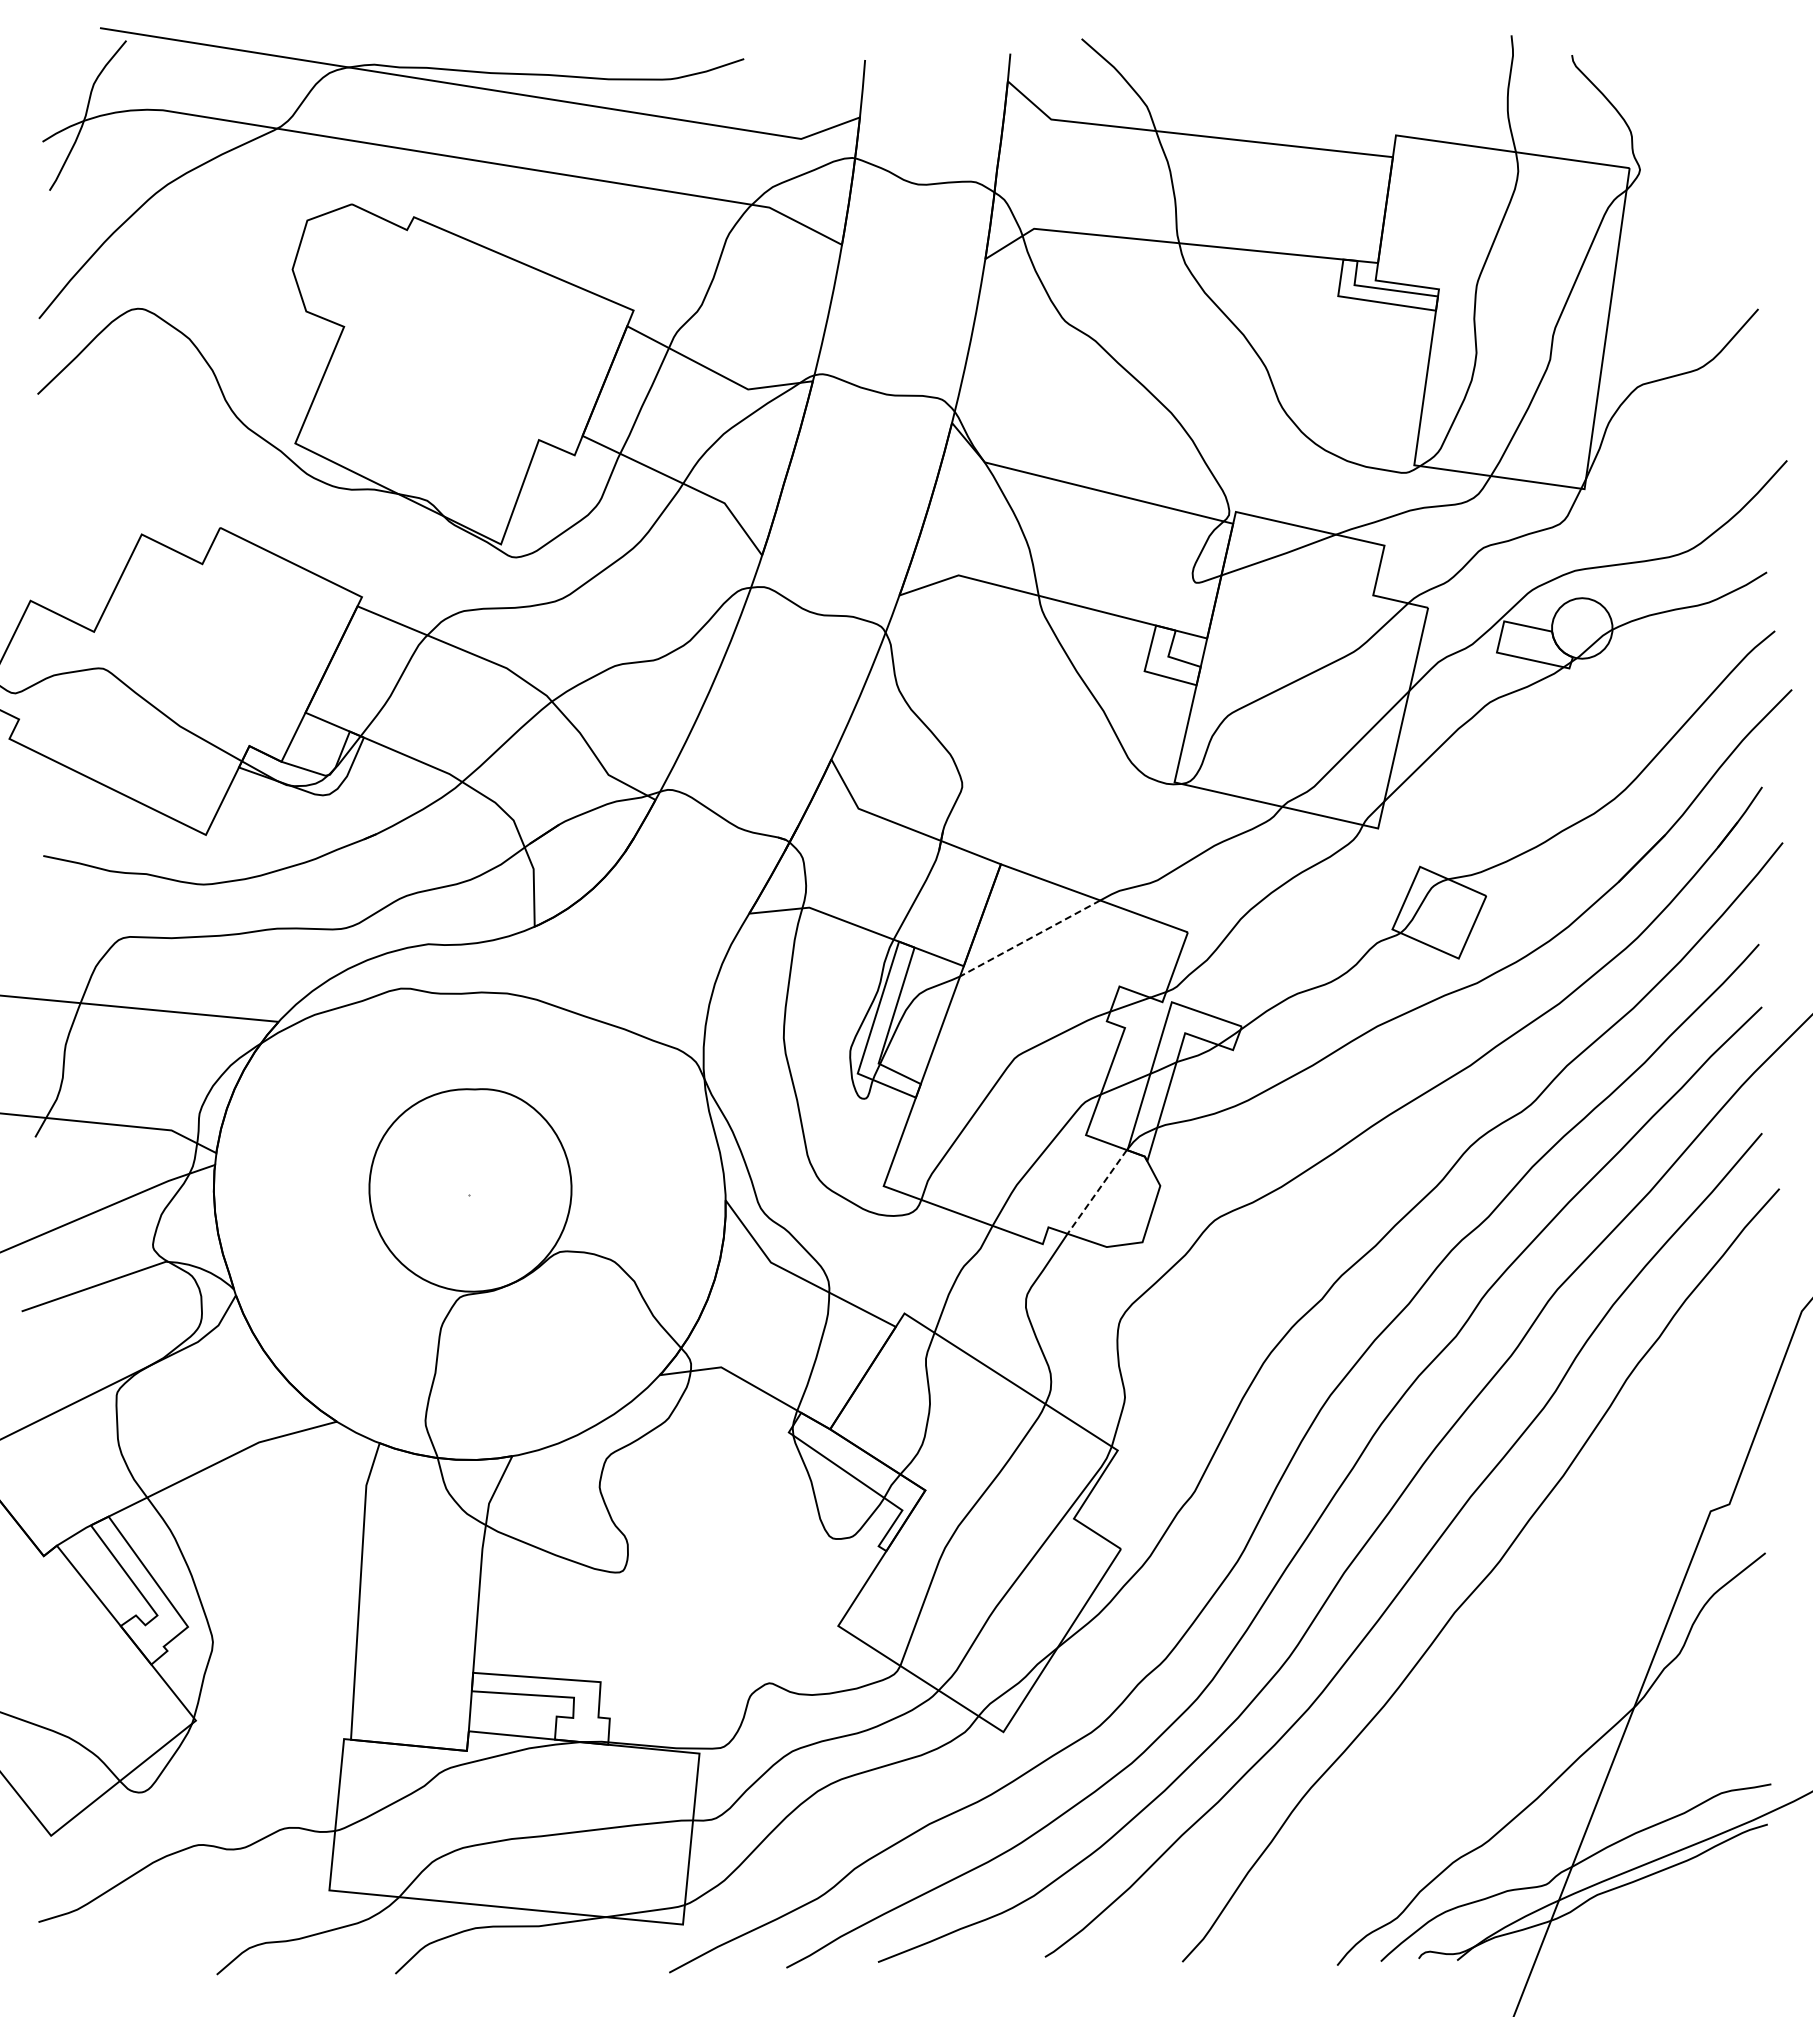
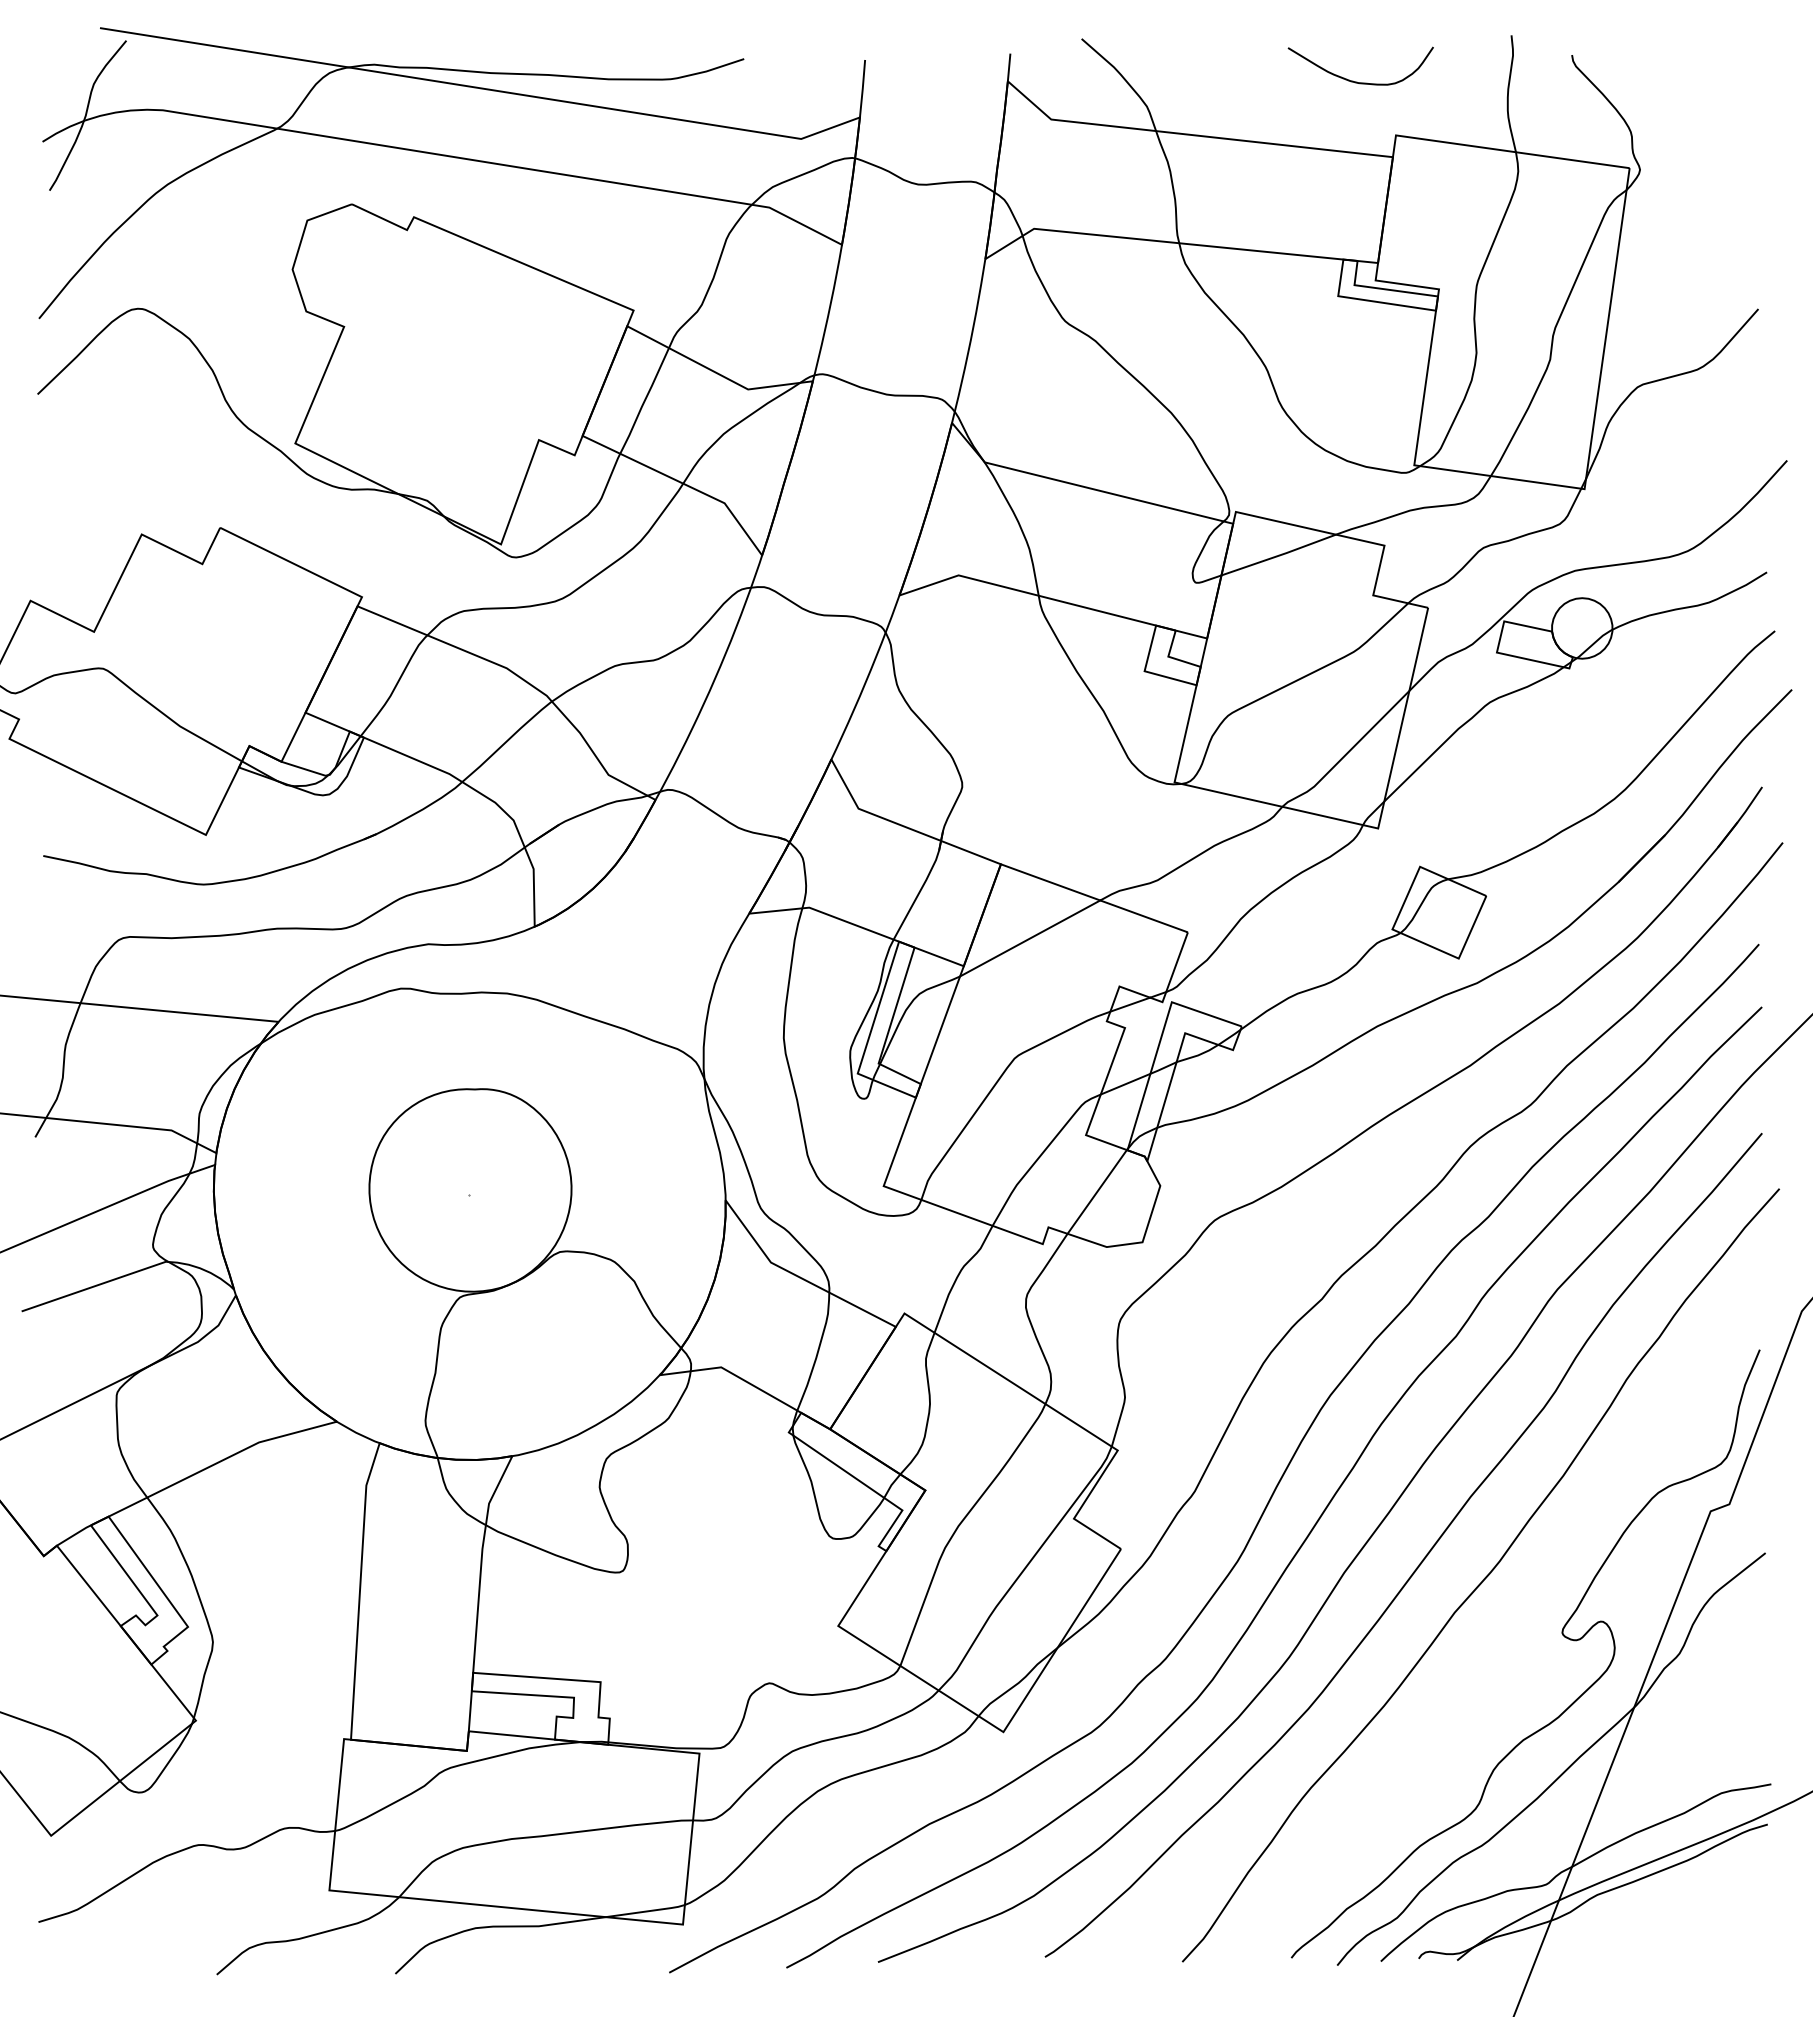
curve at (1357, 81): none -> present
line at (1030, 938): dashed -> solid
line at (1096, 1192): dashed -> solid
curve at (1562, 1635): none -> present
